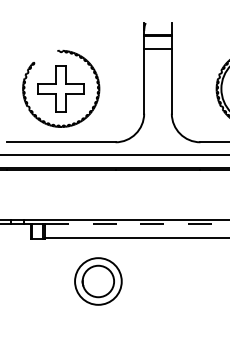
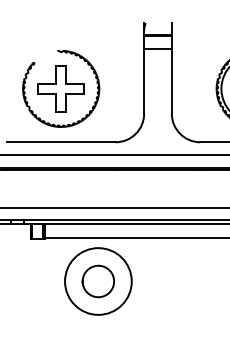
line at (114, 208): none -> present
line at (138, 224): dashed -> solid
circle at (98, 281) diameter: 47 px -> 67 px
